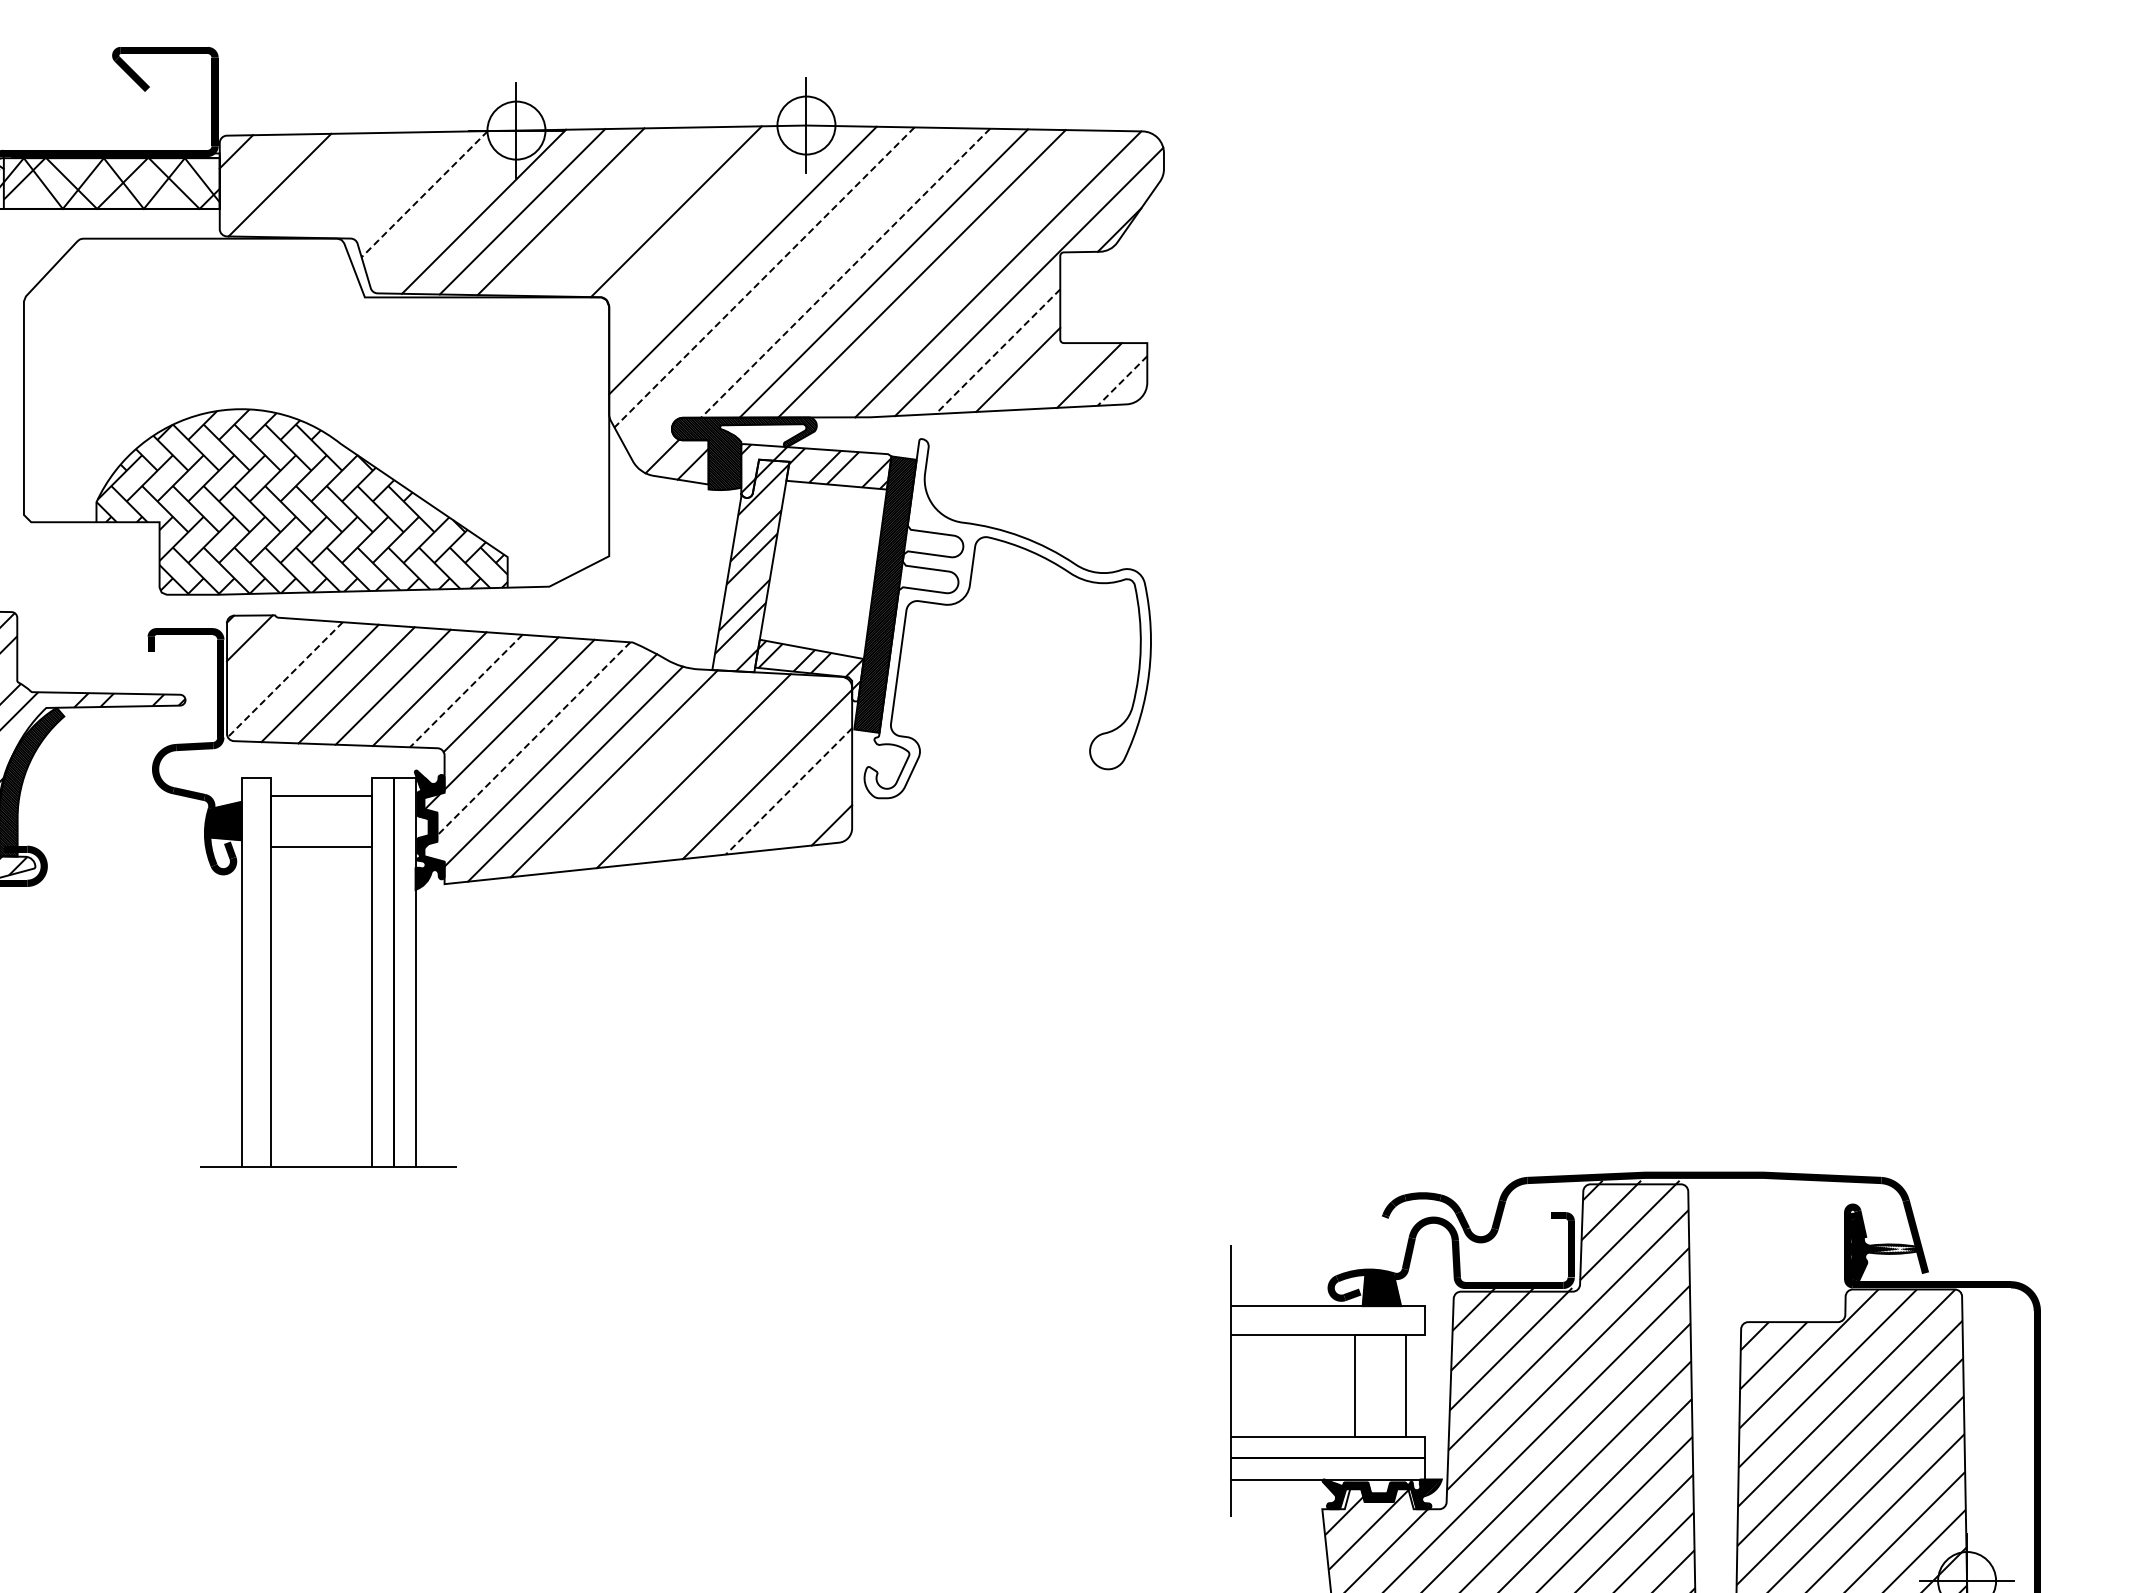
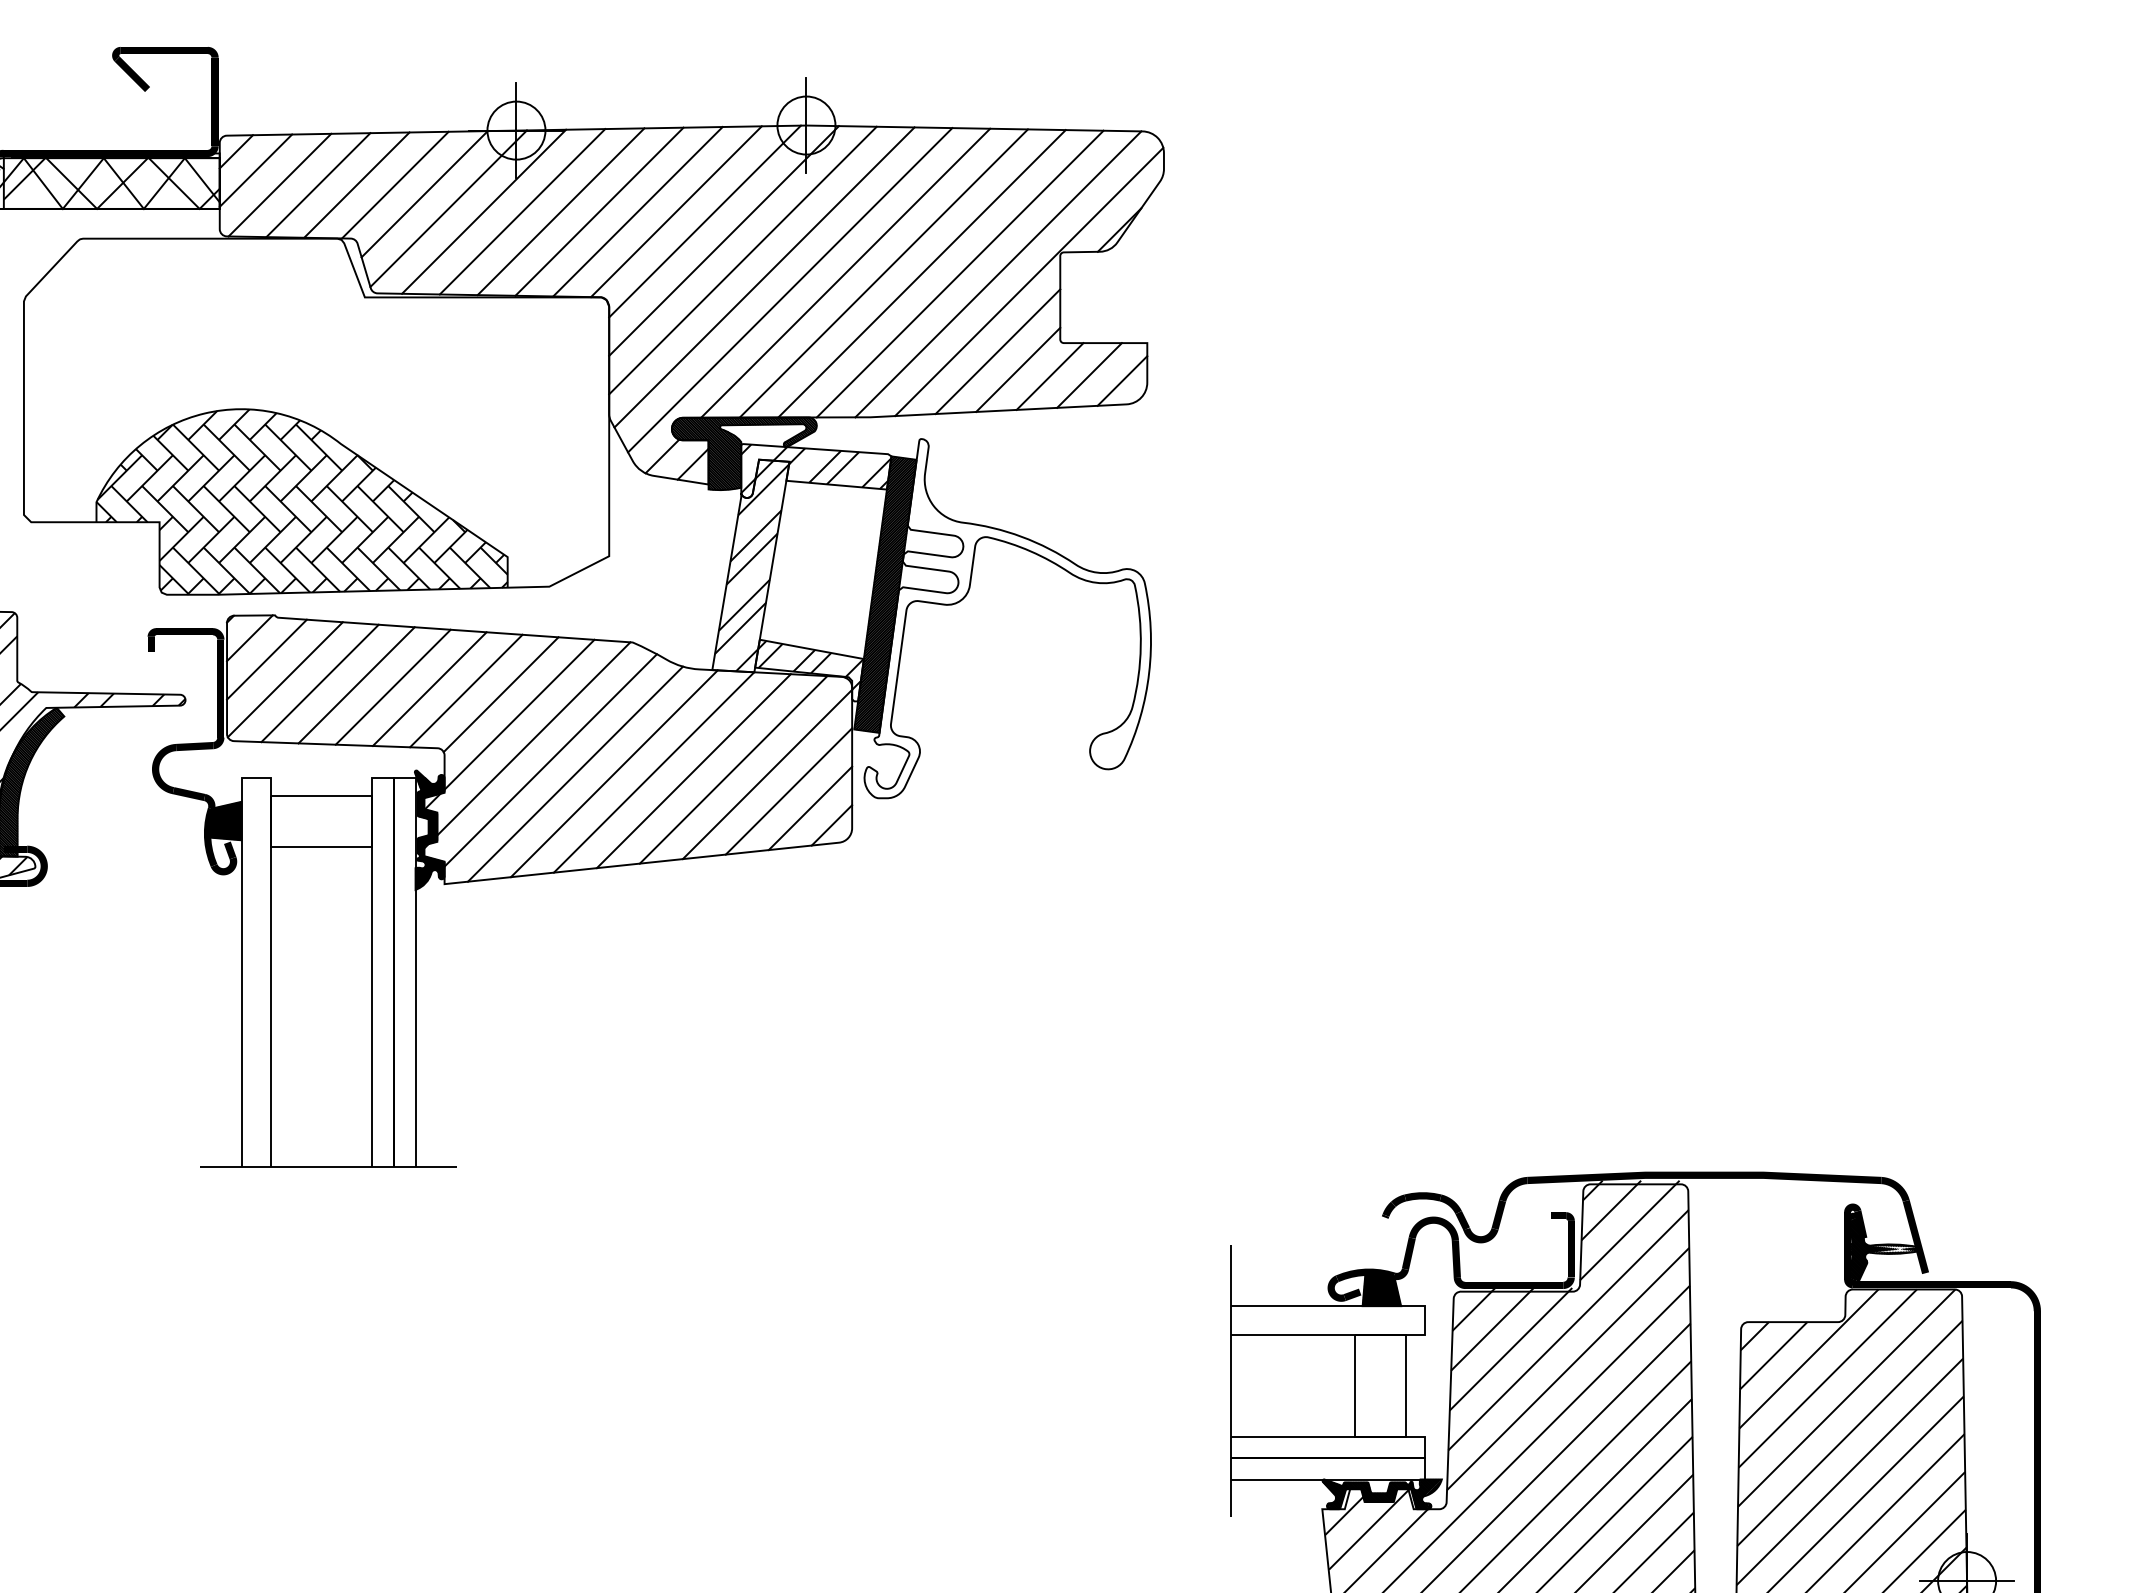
line at (255, 170): none -> present
line at (356, 184): none -> present
line at (395, 184): none -> present
line at (318, 185): none -> present
line at (424, 194): dashed -> solid
line at (448, 208): none -> present
line at (599, 211): none -> present
line at (637, 211): none -> present
line at (704, 221): none -> present
line at (723, 240): none -> present
line at (845, 273): dashed -> solid
line at (959, 273): none -> present
line at (764, 277): dashed -> solid
line at (790, 290): none -> present
line at (997, 352): dashed -> solid
line at (1049, 376): none -> present
line at (1122, 381): dashed -> solid
line at (266, 659): none -> present
line at (285, 680): dashed -> solid
line at (466, 691): dashed -> solid
line at (533, 738): dashed -> solid
line at (733, 769): none -> present
line at (653, 772): none -> present
line at (788, 791): dashed -> solid
line at (810, 808): none -> present
